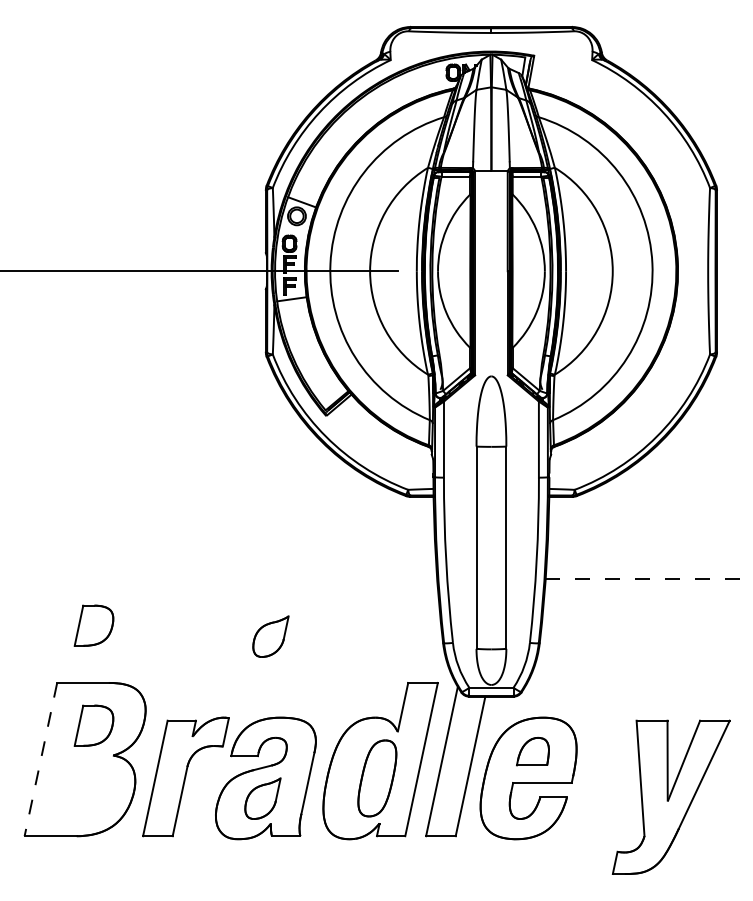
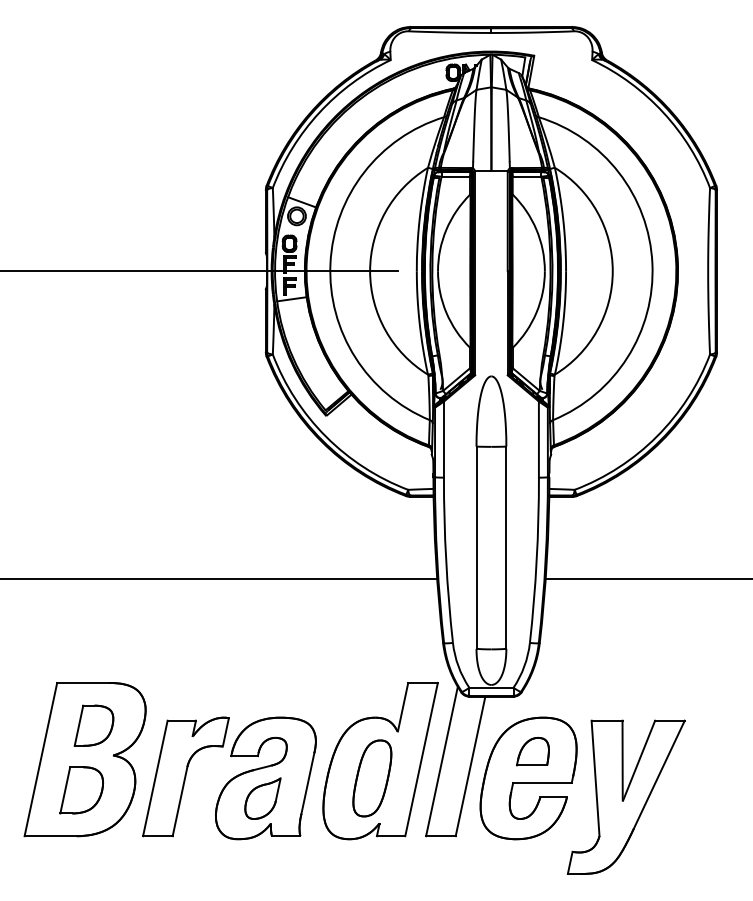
line at (219, 578): none -> present
line at (649, 578): dashed -> solid
part at (93, 625): present -> none
part at (270, 636): present -> none
line at (40, 760): dashed -> solid
part at (377, 778) position: (377, 778) -> (372, 778)
part at (81, 790): none -> present
part at (670, 796) position: (670, 796) -> (625, 796)
